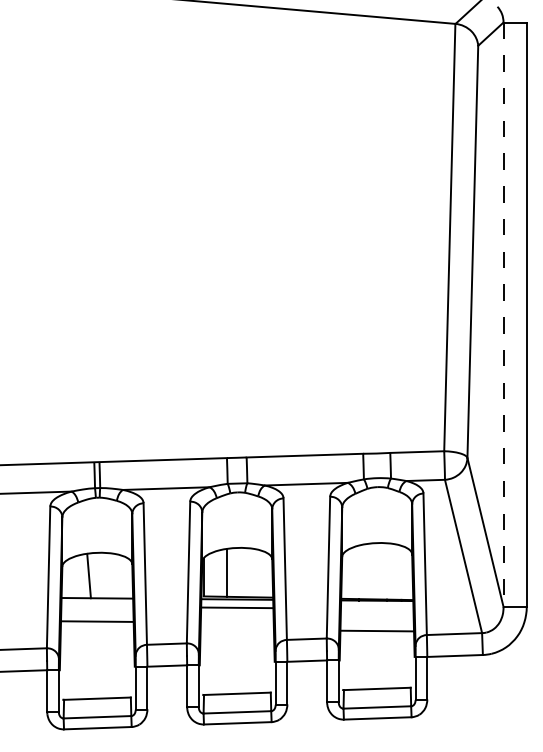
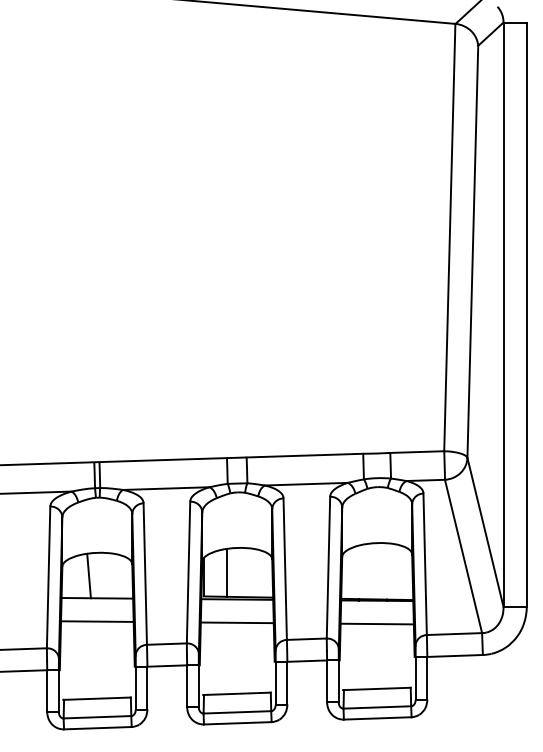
line at (503, 315): dashed -> solid
line at (236, 607) position: (236, 607) -> (236, 622)
line at (376, 630) position: (376, 630) -> (376, 623)
